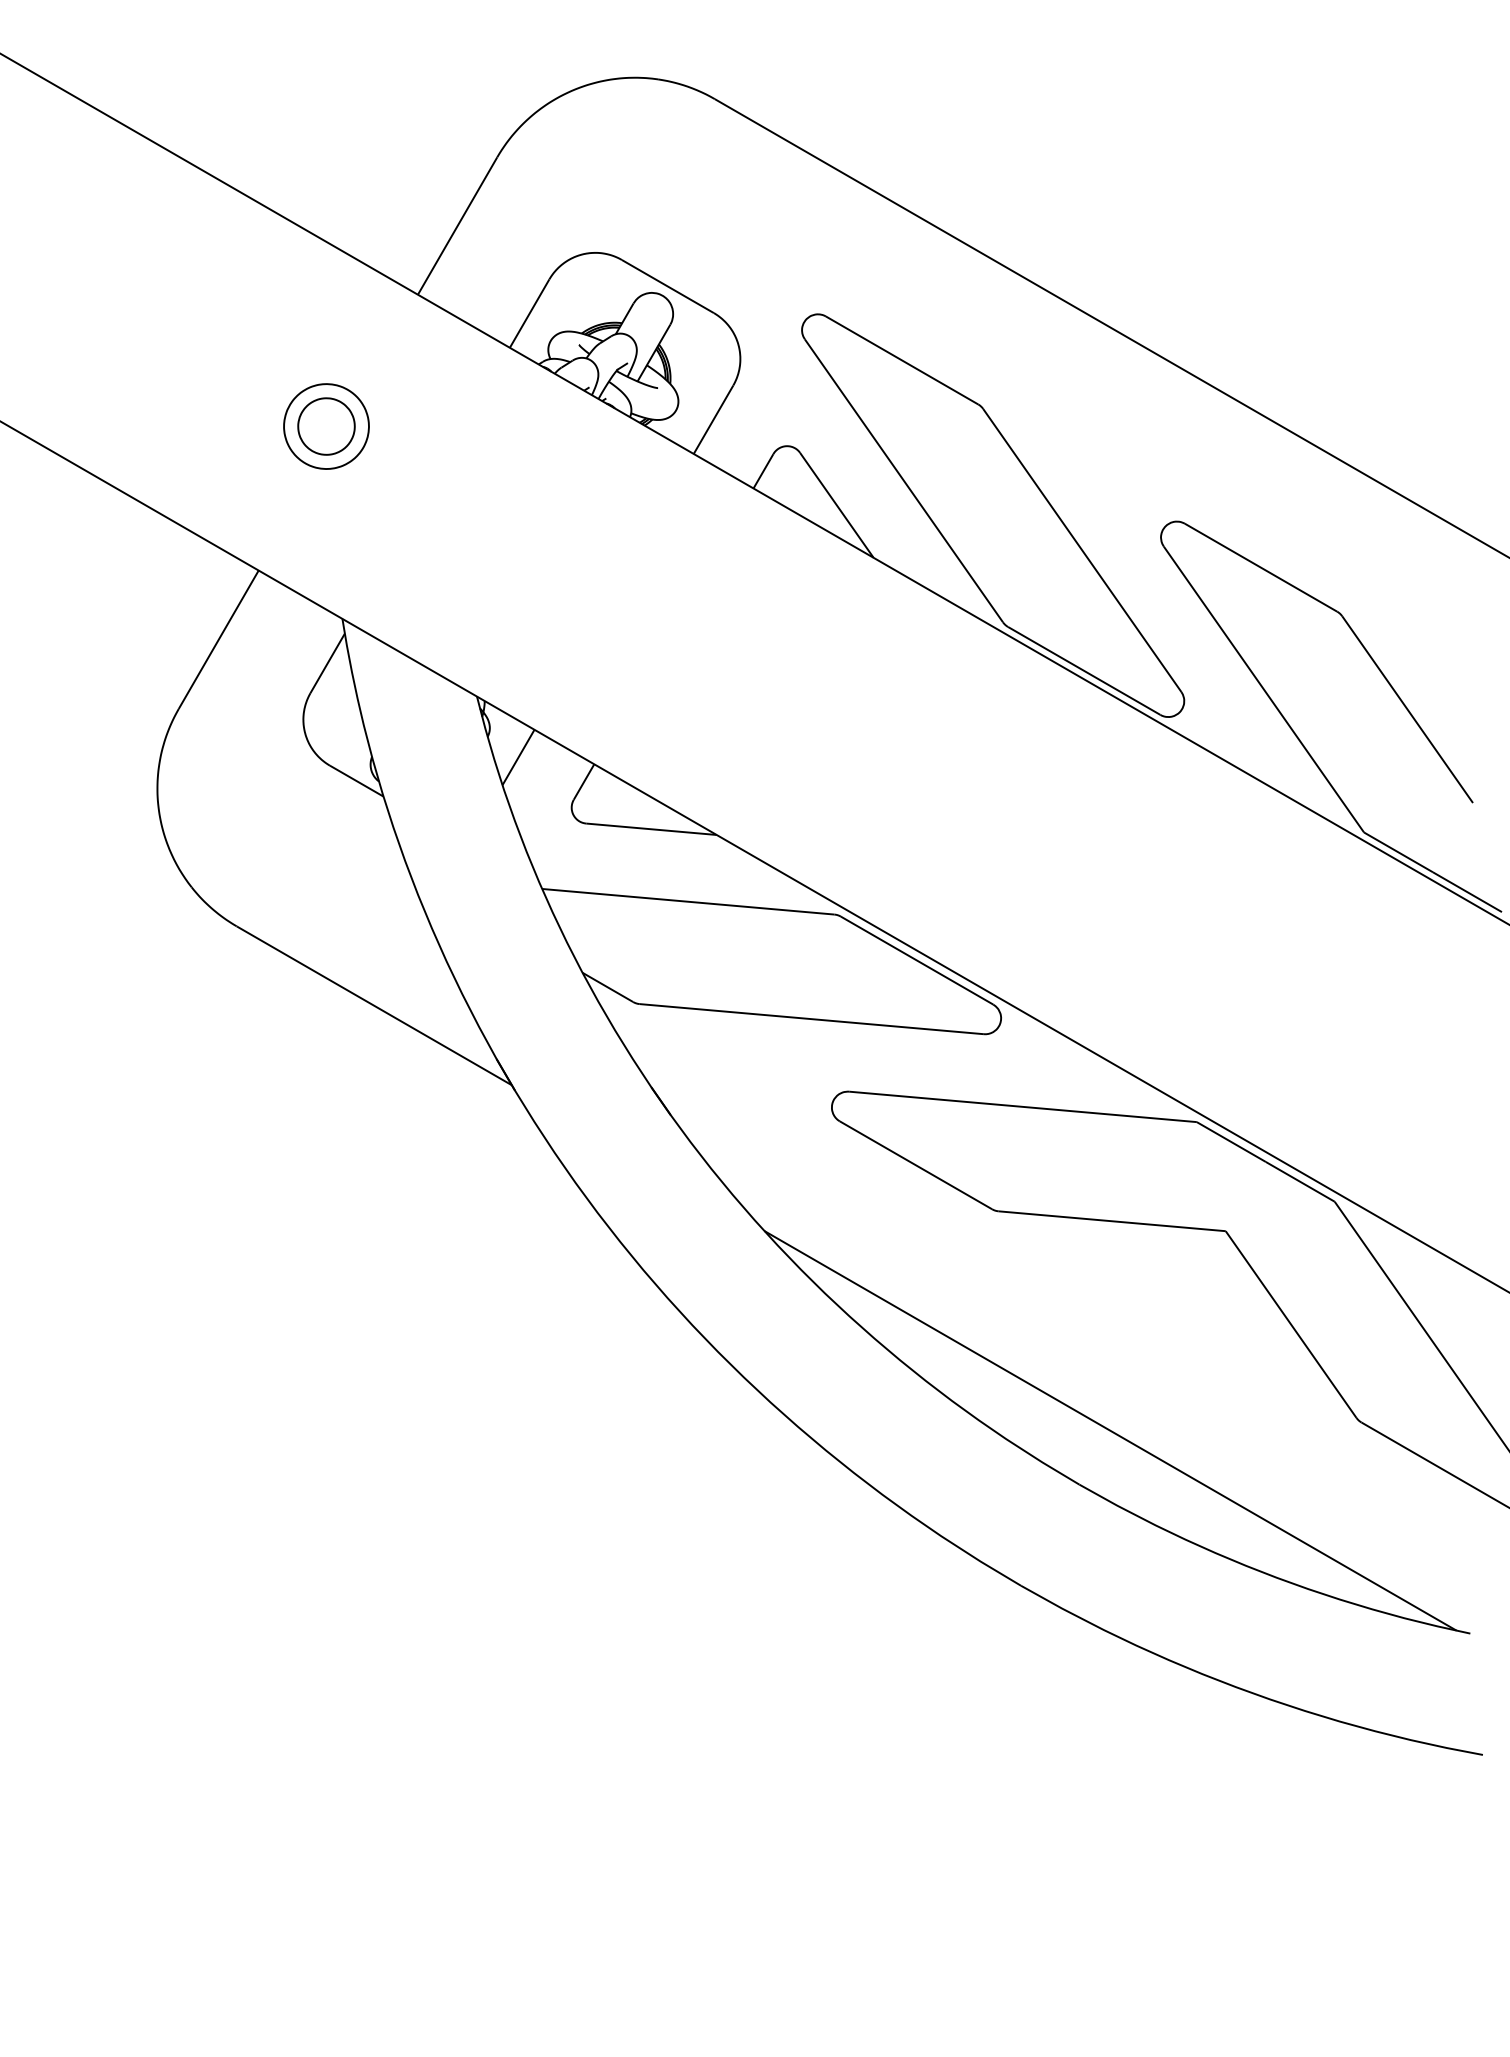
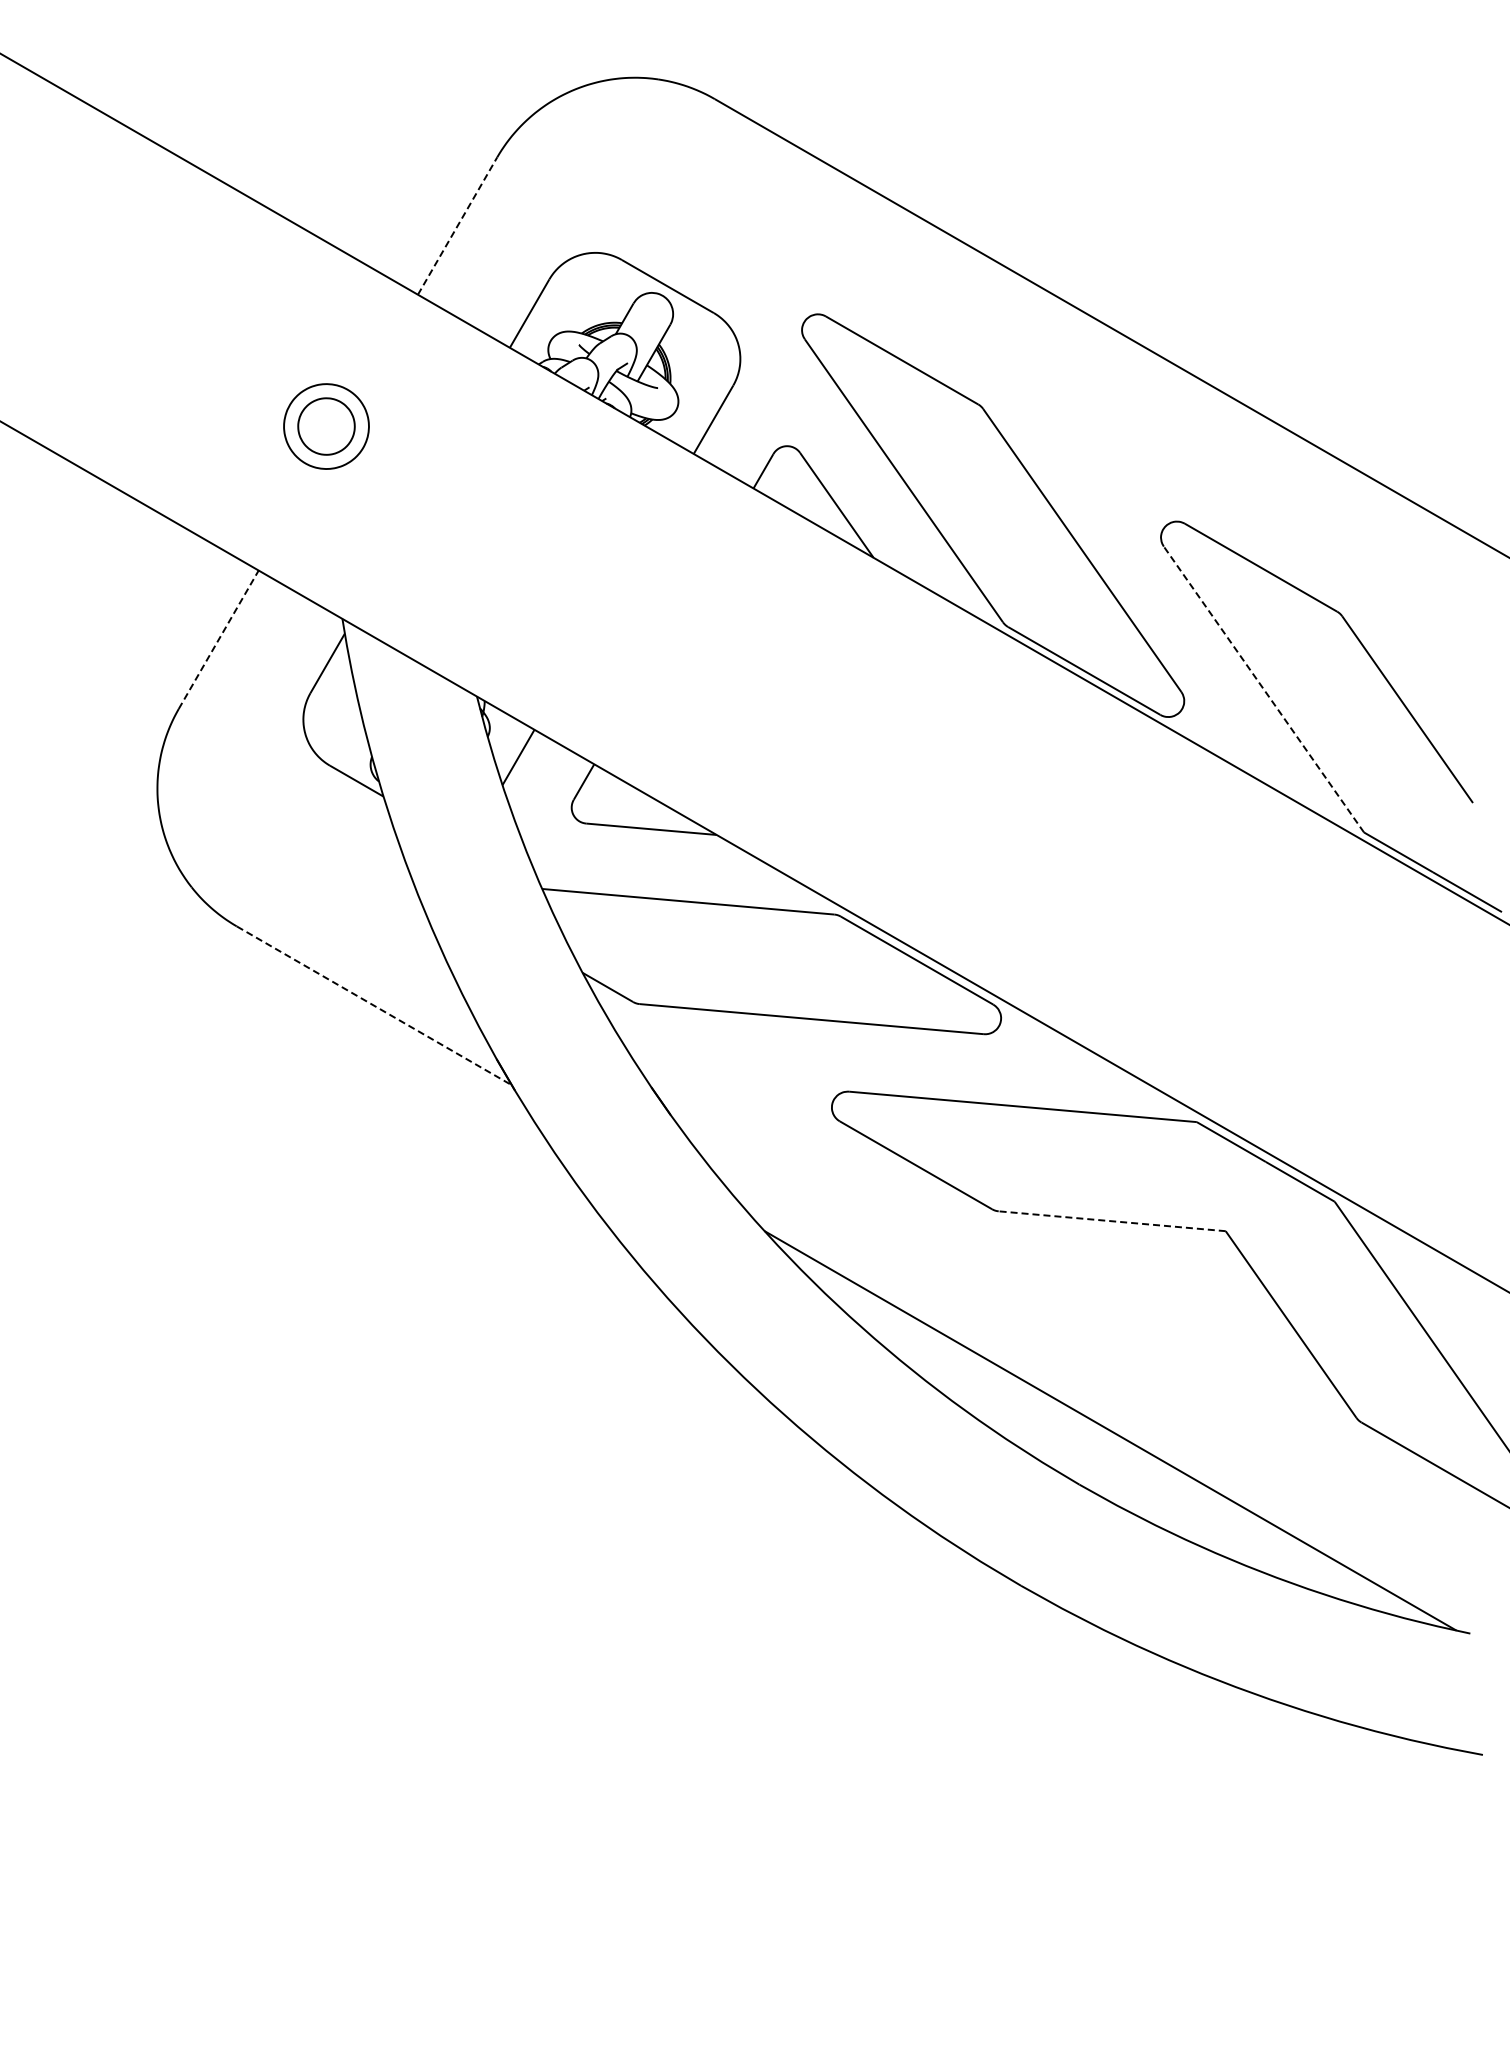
line at (457, 225): solid -> dashed
line at (218, 639): solid -> dashed
line at (1263, 689): solid -> dashed
line at (374, 1005): solid -> dashed
line at (1112, 1221): solid -> dashed
